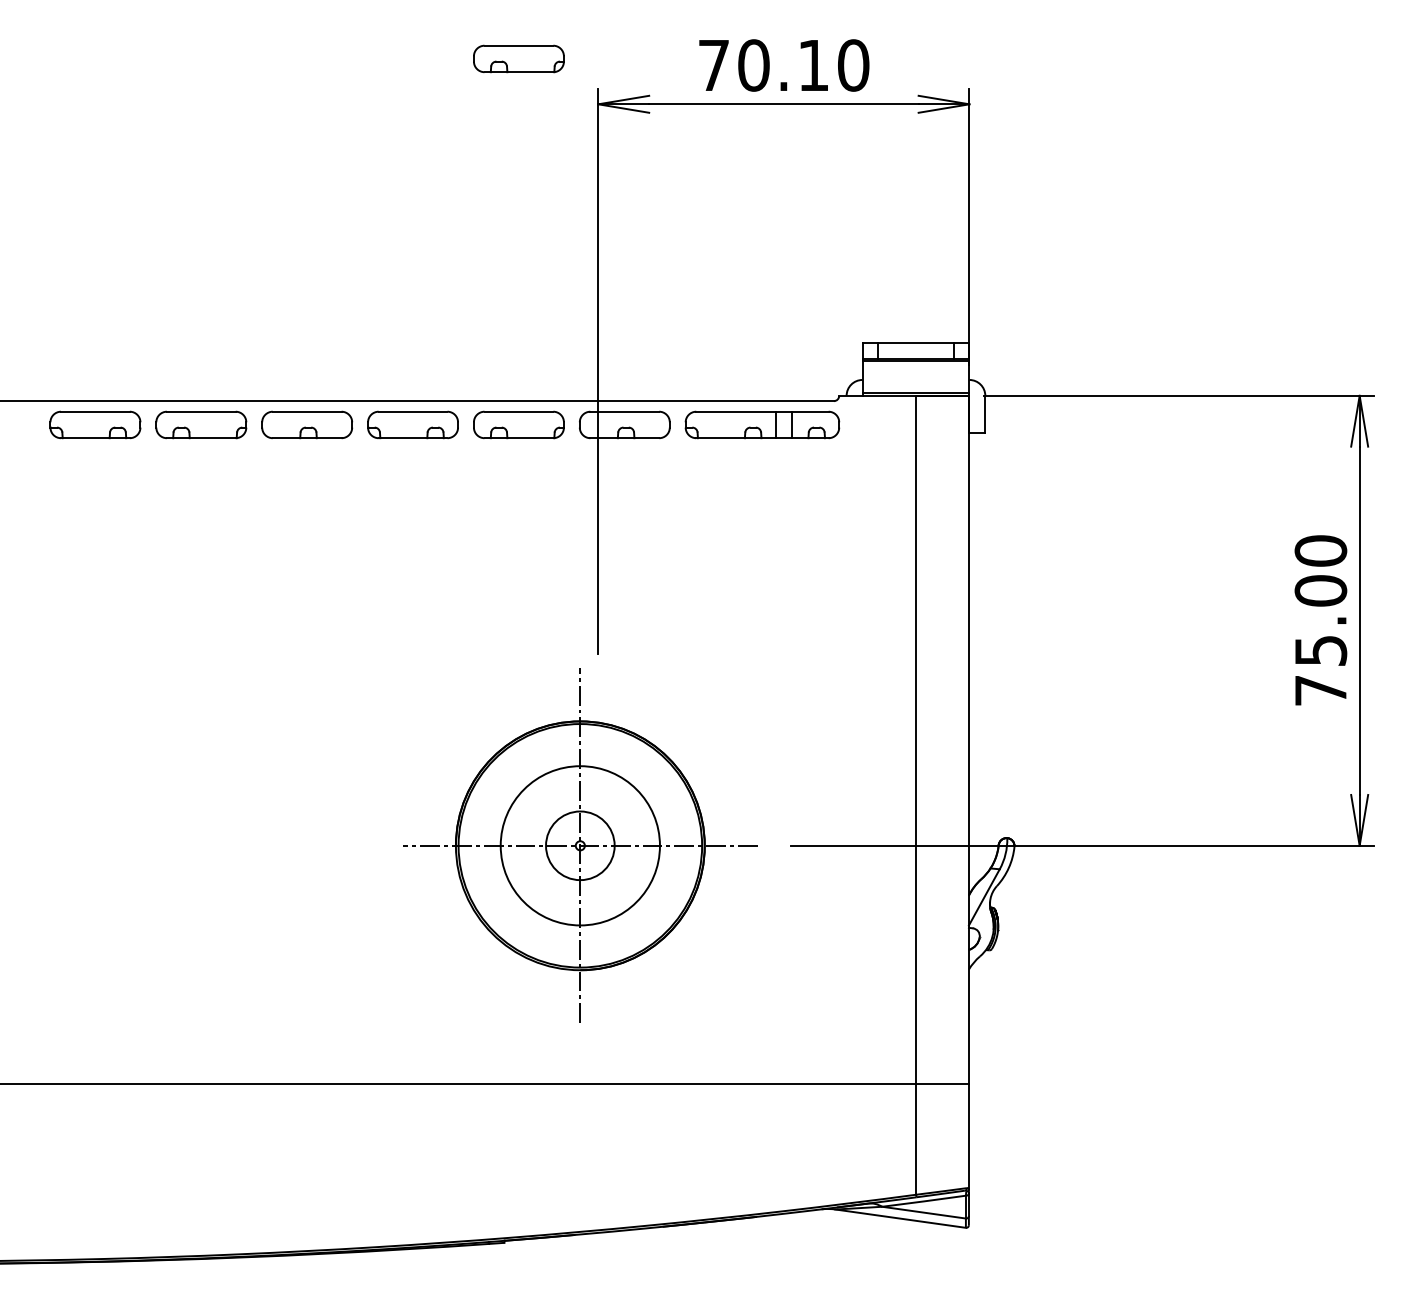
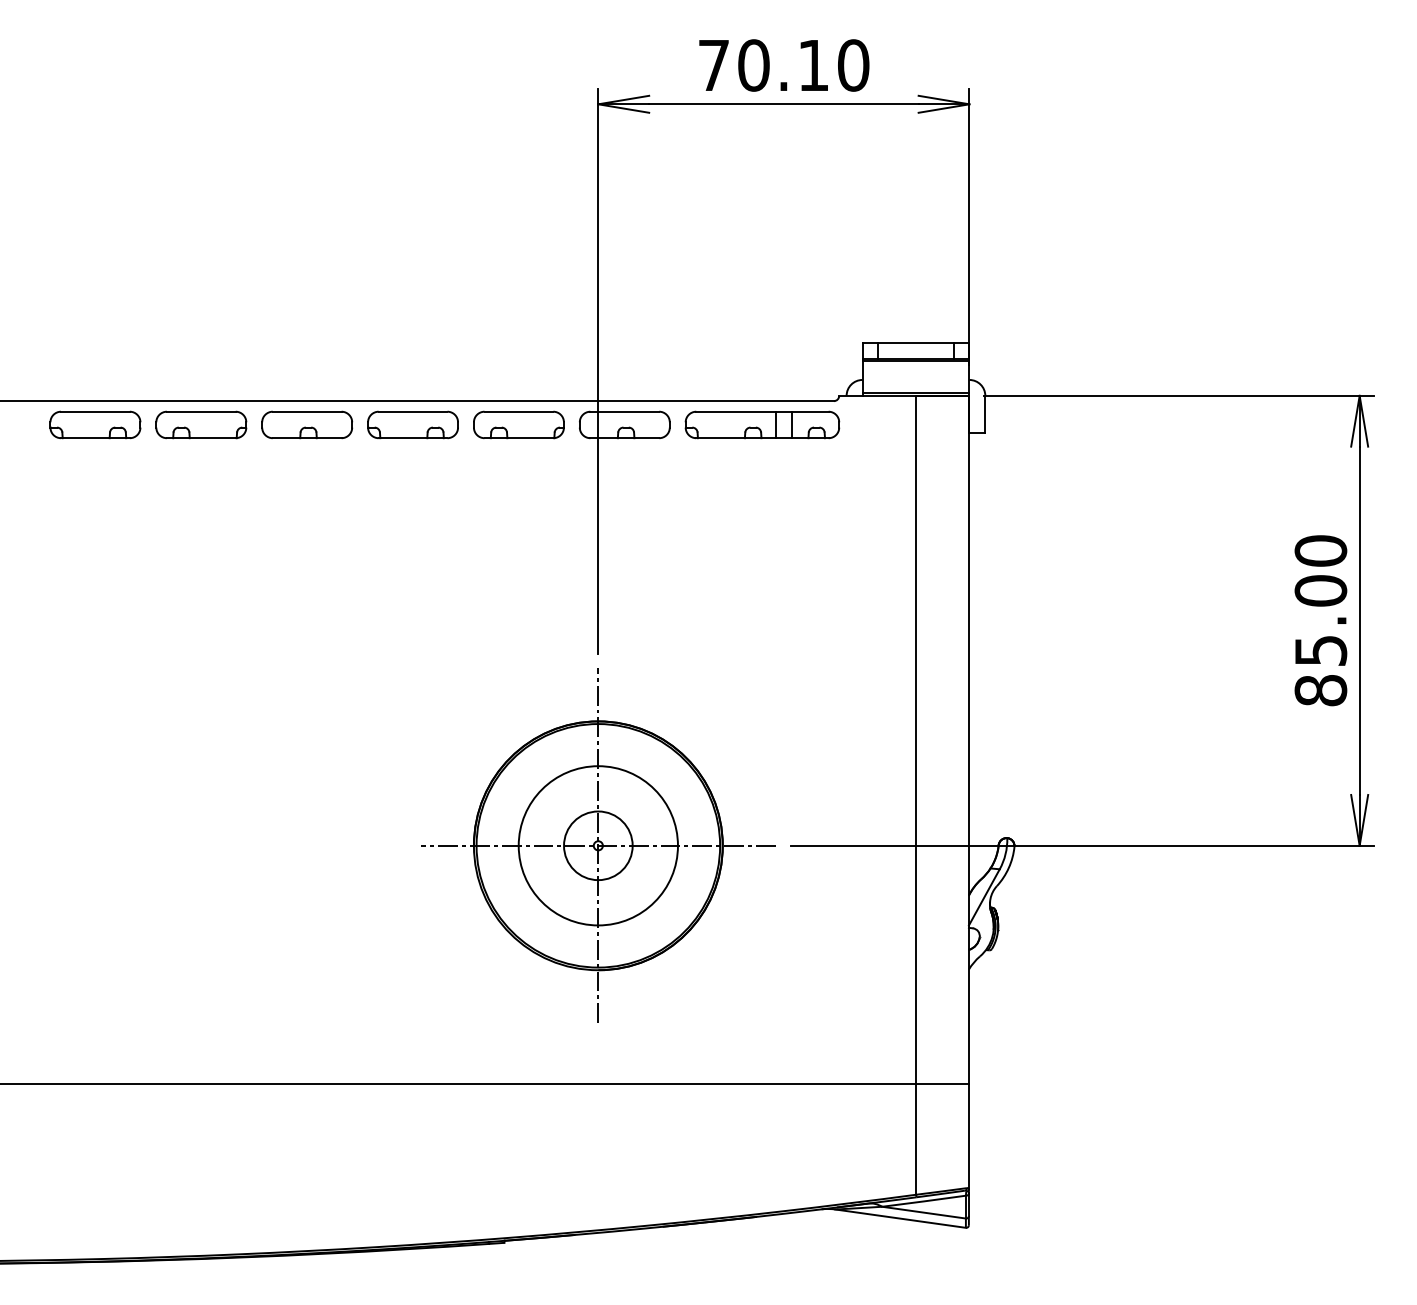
part at (518, 58): present -> none
text at (1320, 690): 75.00 -> 85.00
part at (580, 845) position: (580, 845) -> (598, 845)
